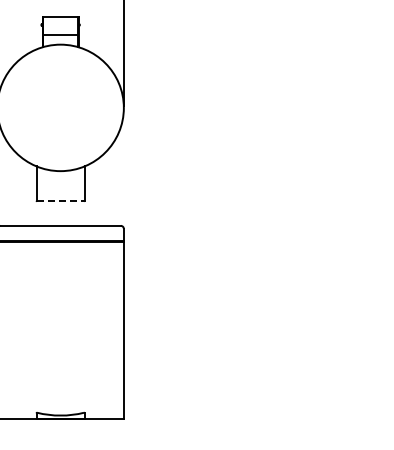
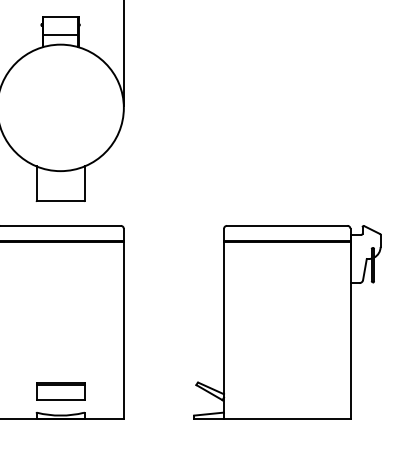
line at (61, 201): dashed -> solid
part at (287, 322): none -> present
part at (60, 391): none -> present
